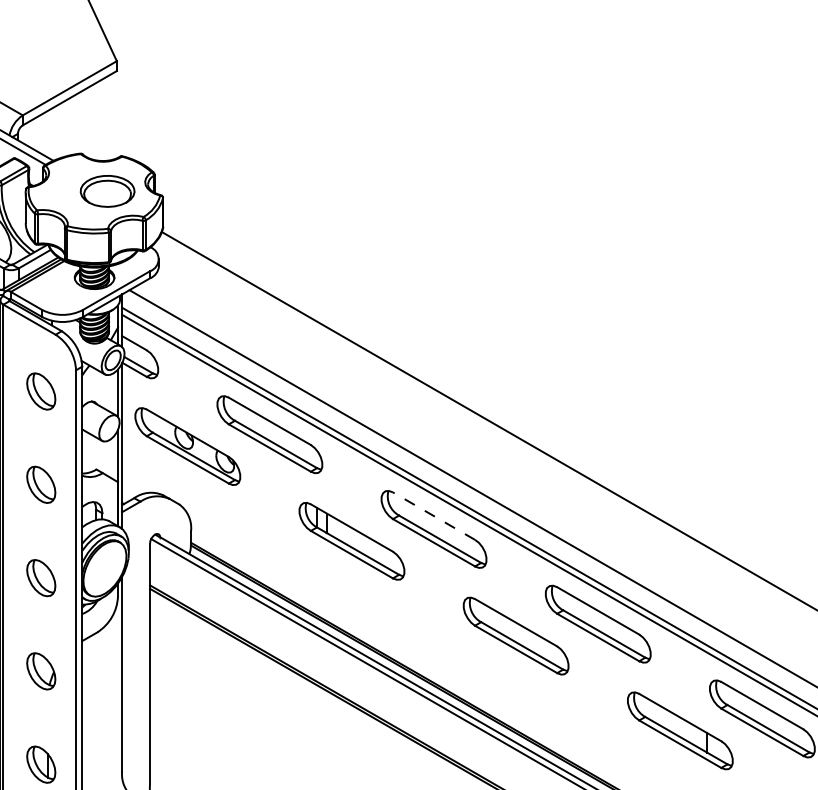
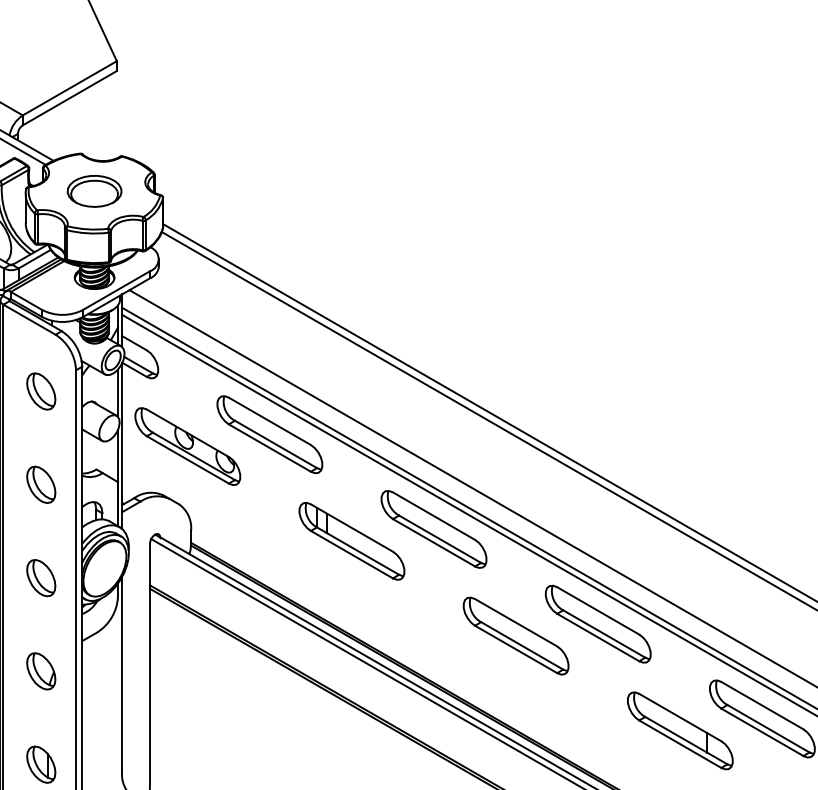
part at (107, 191) position: (107, 191) -> (94, 191)
line at (488, 412): none -> present
line at (433, 515): dashed -> solid
